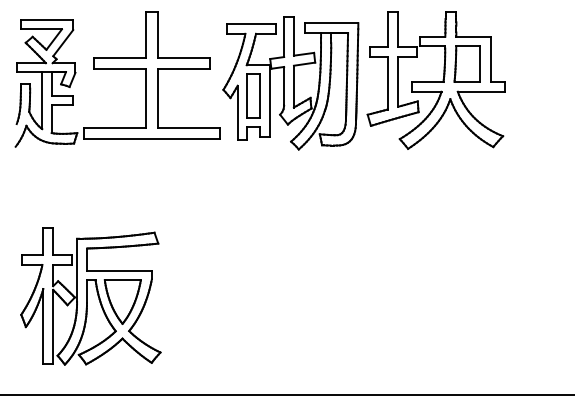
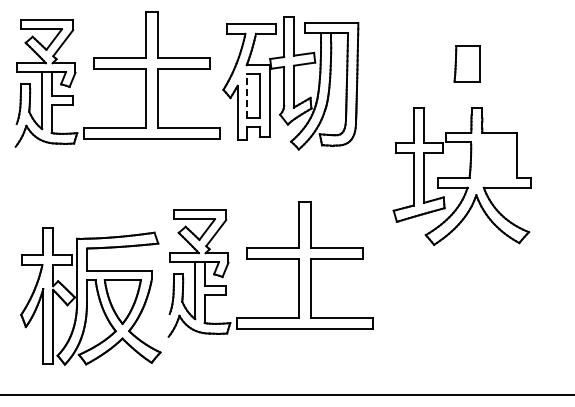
part at (435, 80) position: (435, 80) -> (461, 176)
line at (247, 96): solid -> dashed
part at (270, 259): none -> present
